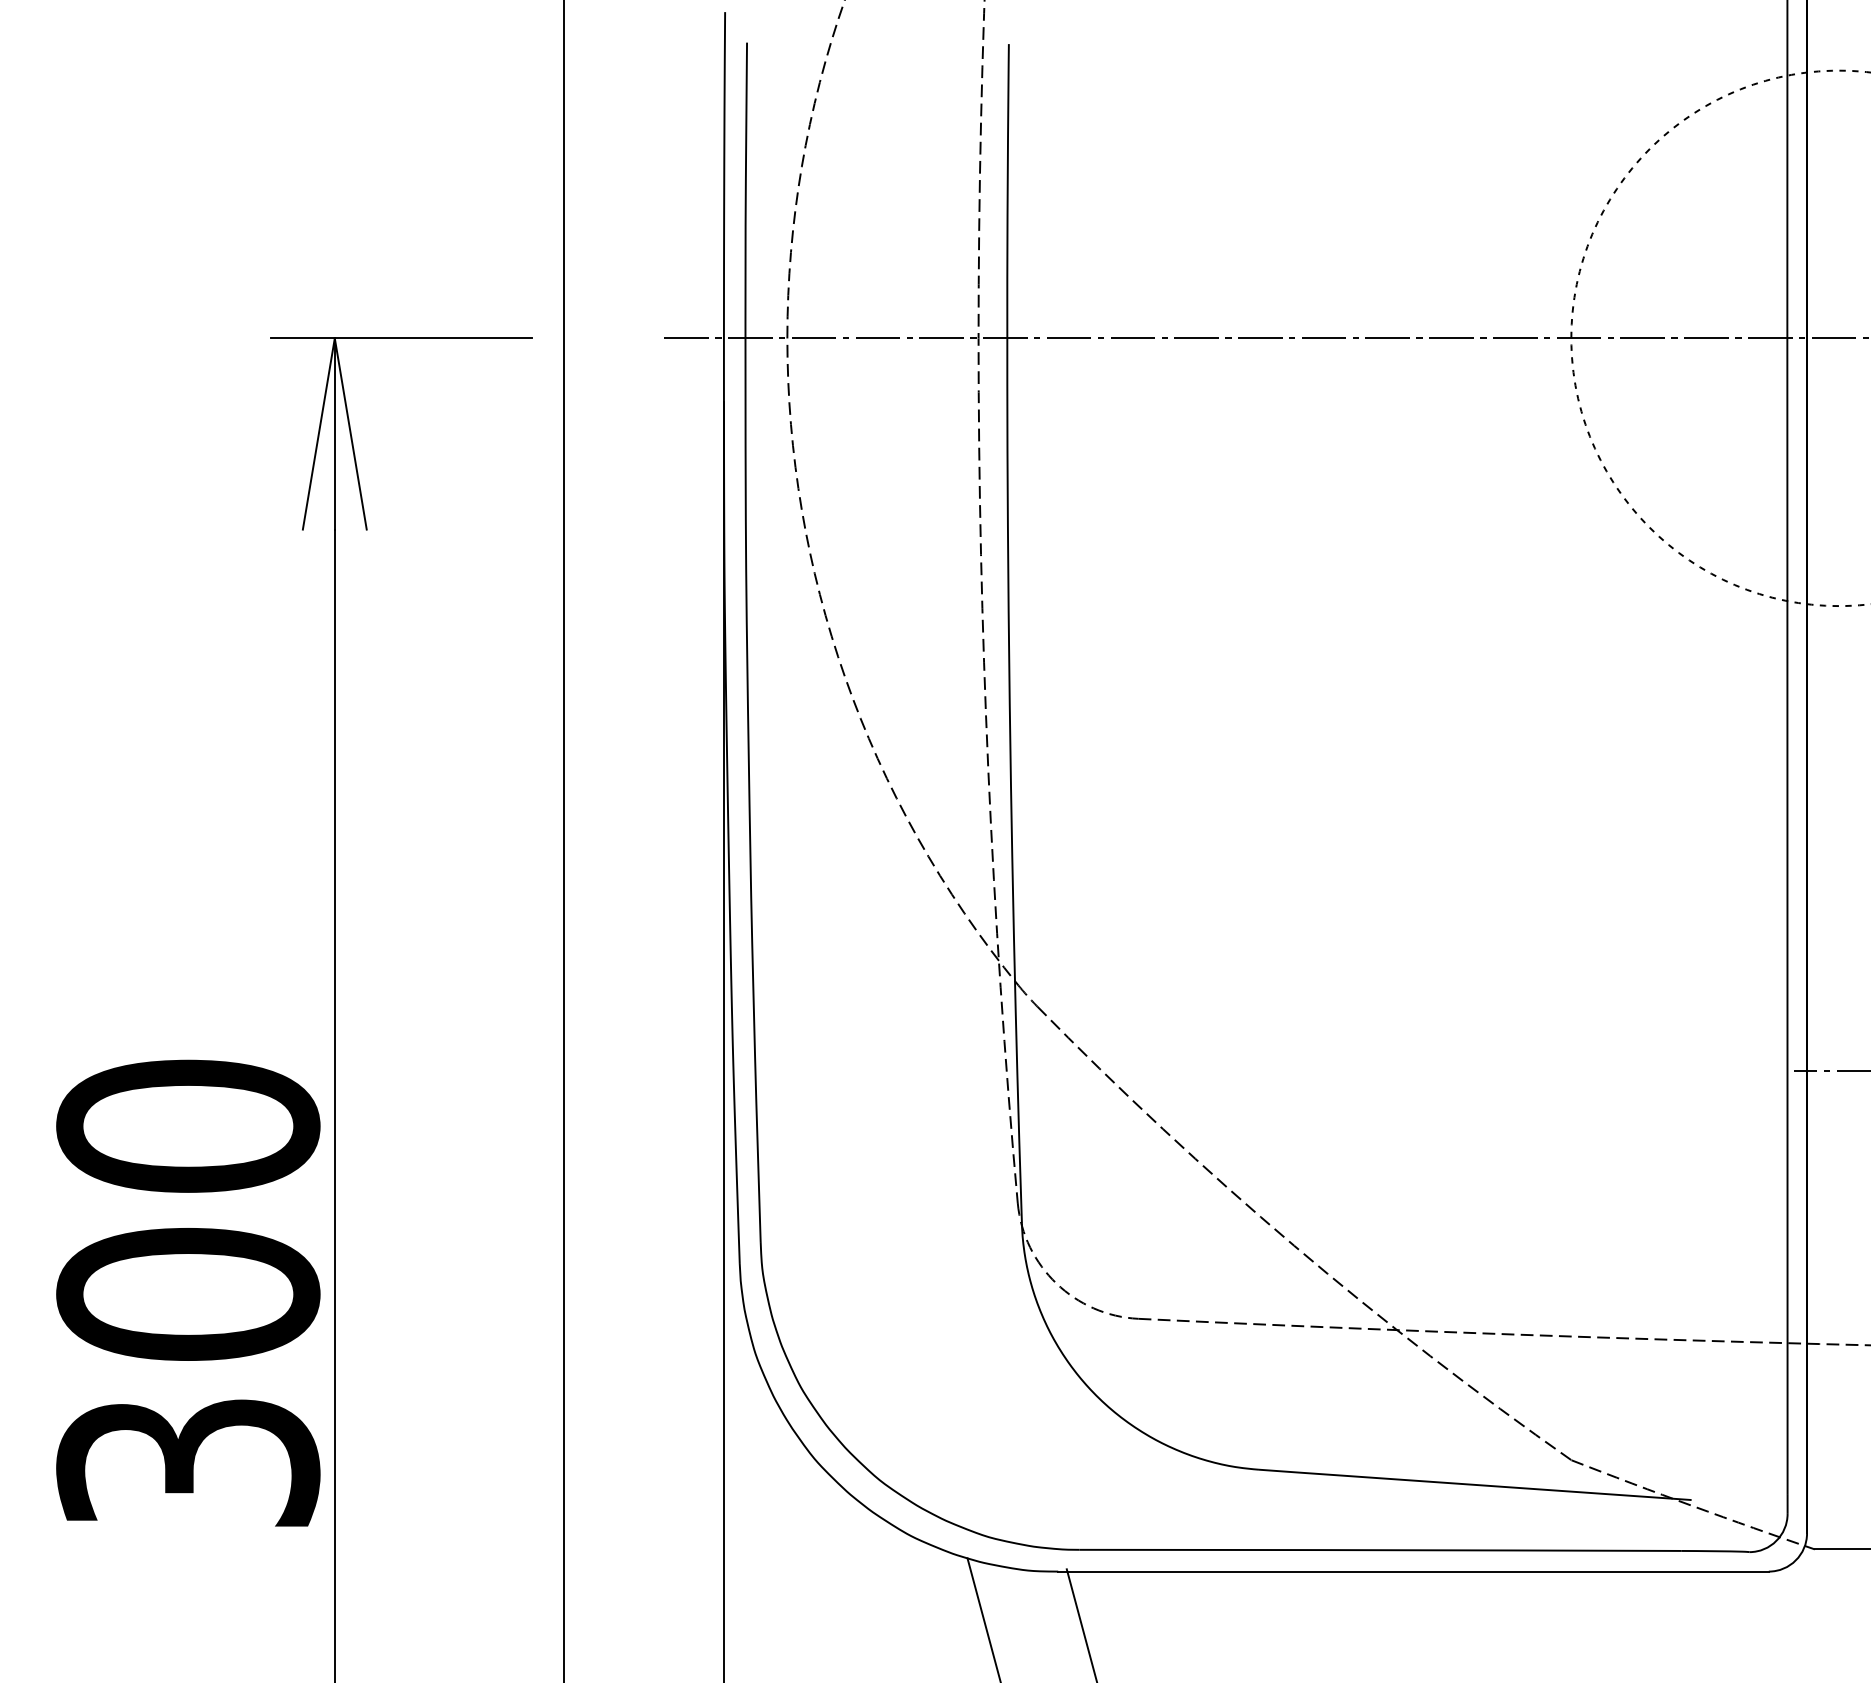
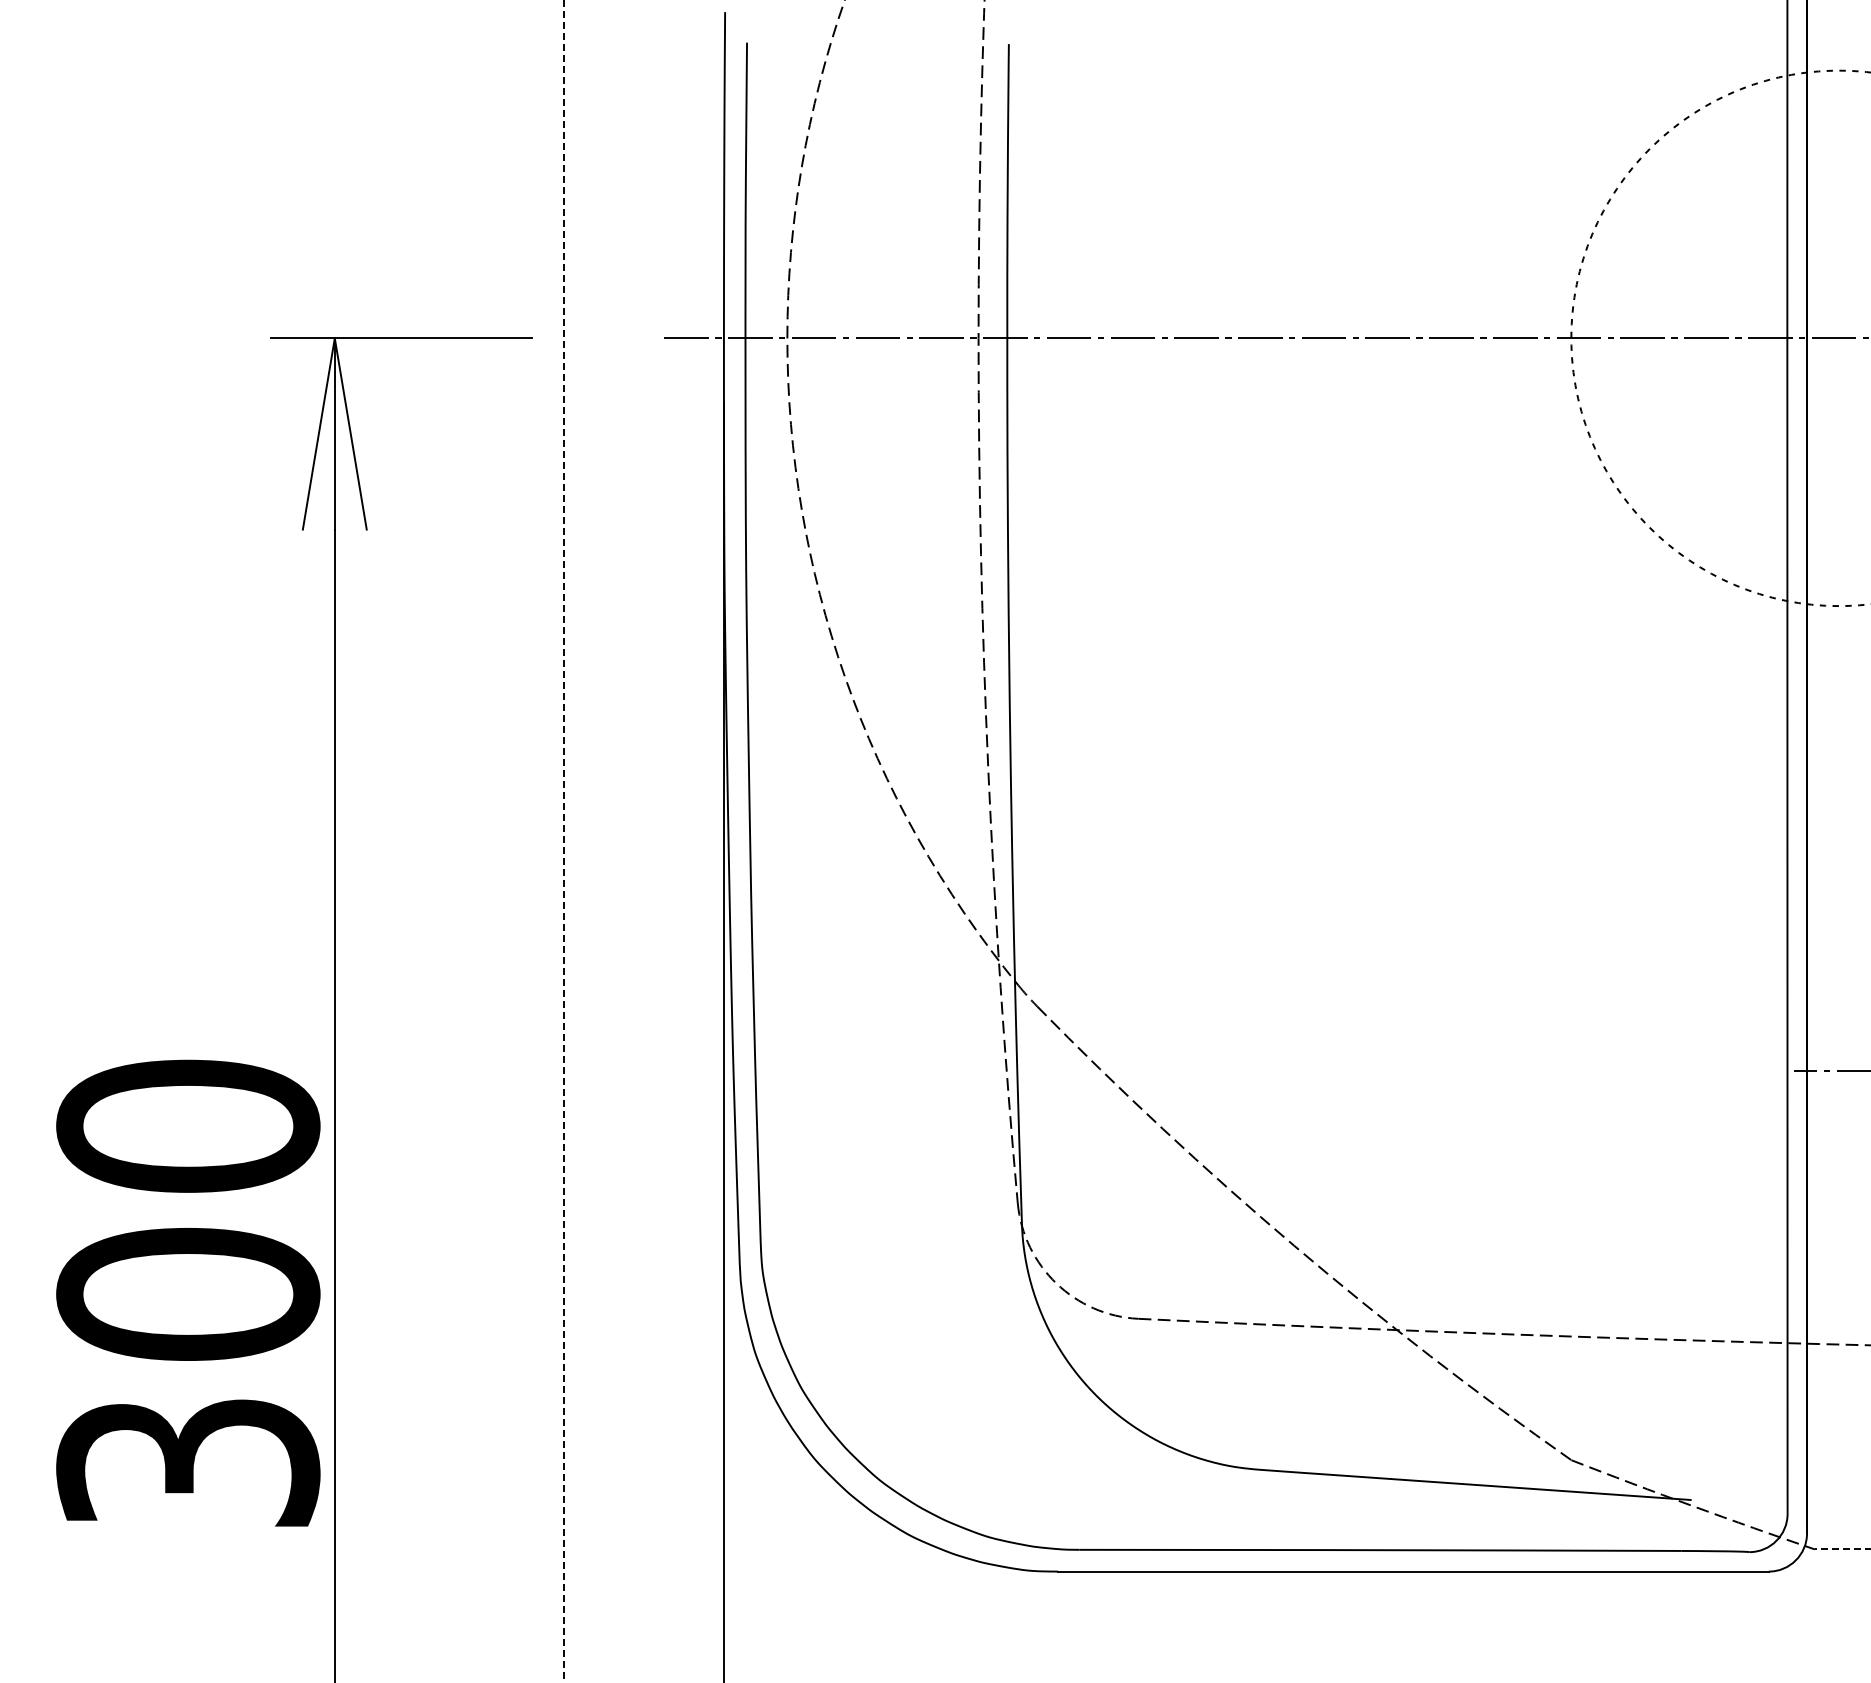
line at (564, 841): solid -> dashed
line at (1842, 1549): solid -> dashed
line at (983, 1618): present -> none
line at (1081, 1624): present -> none
